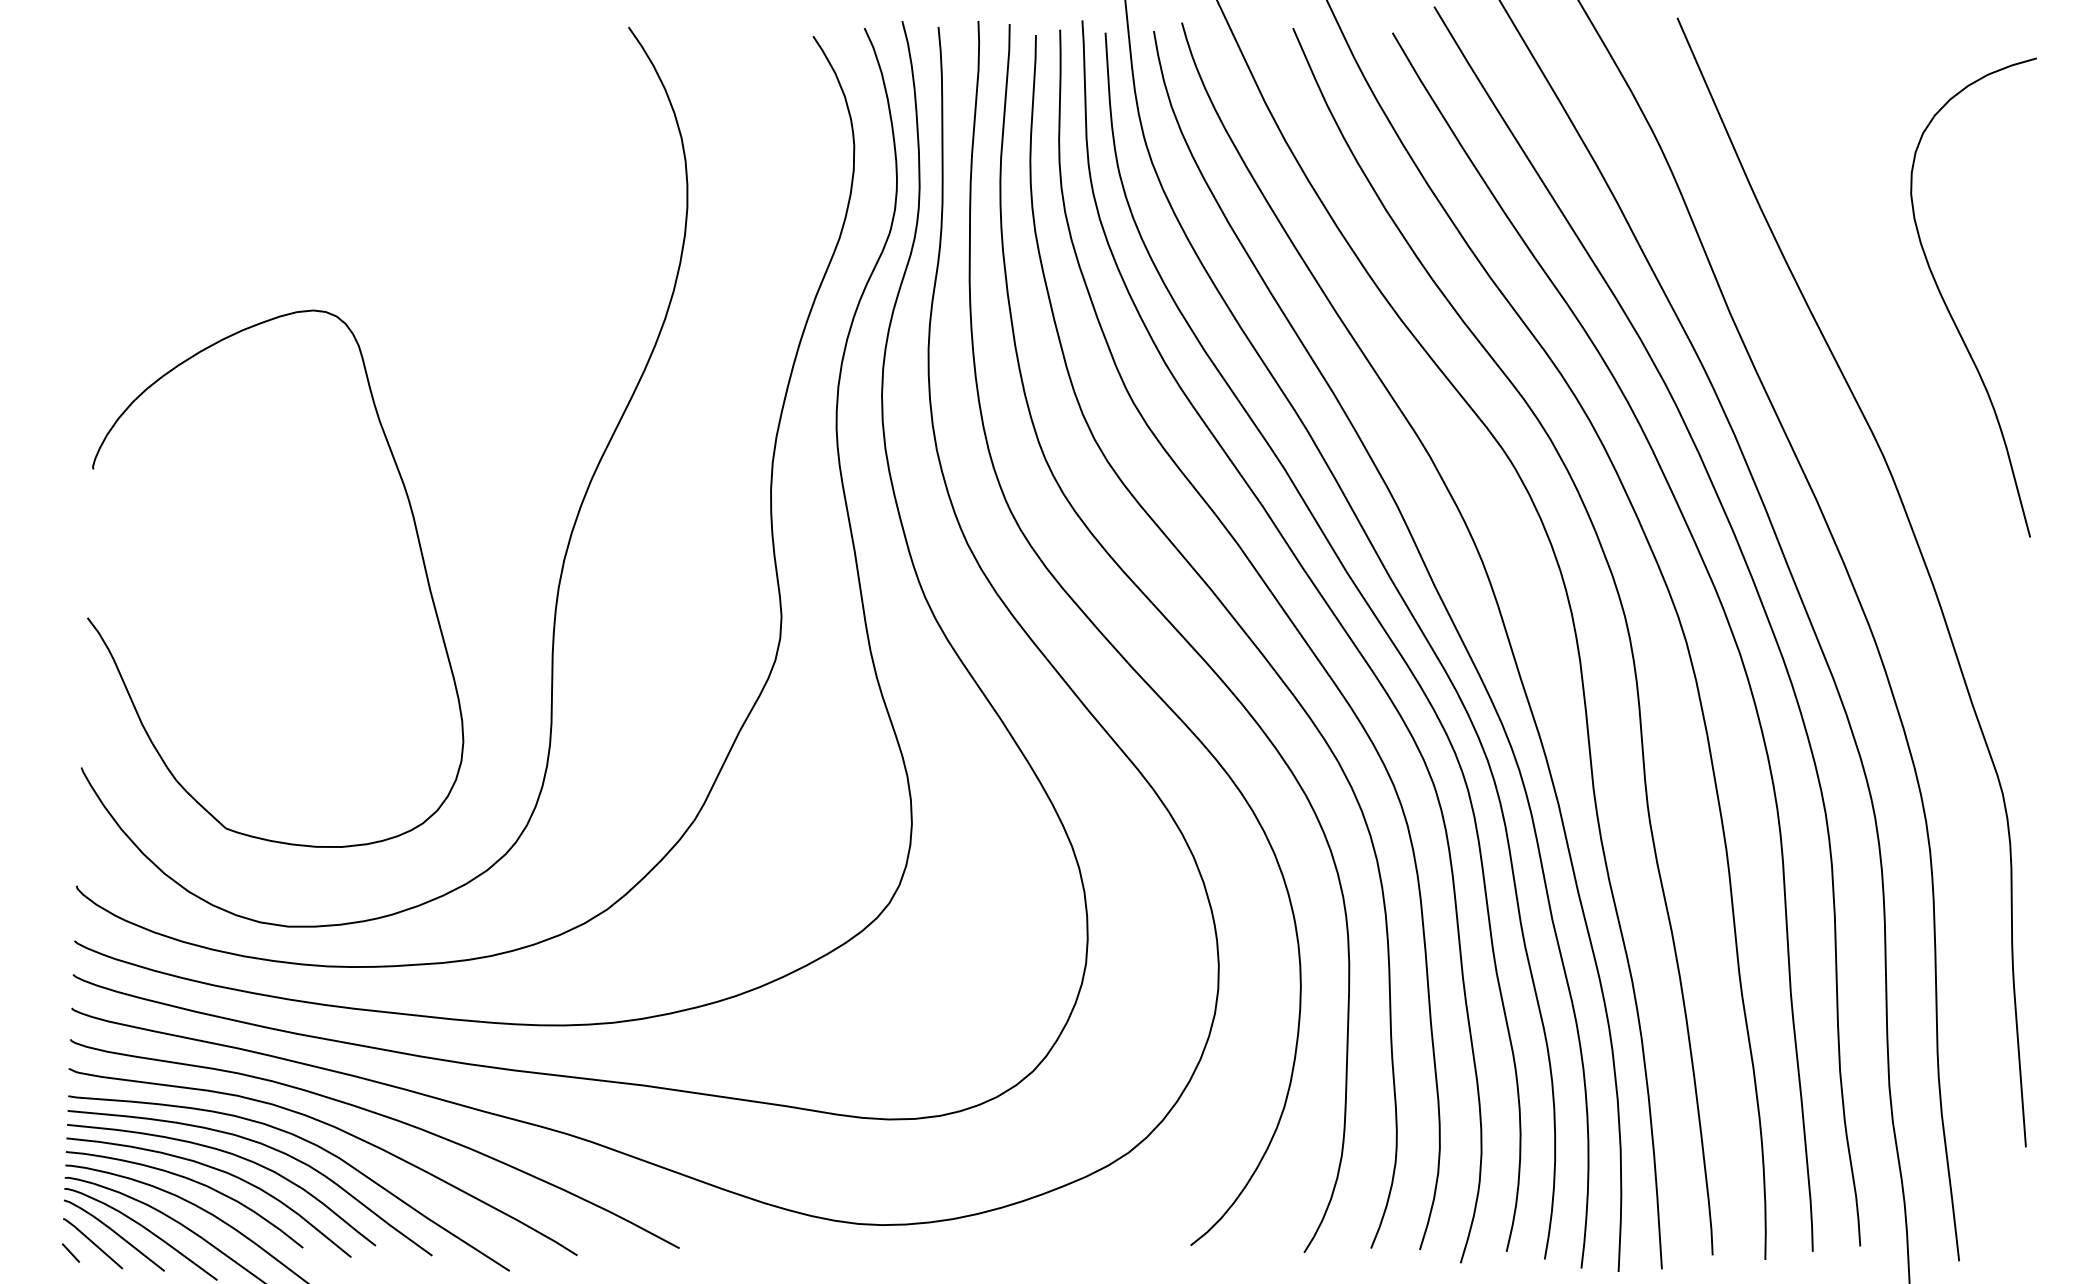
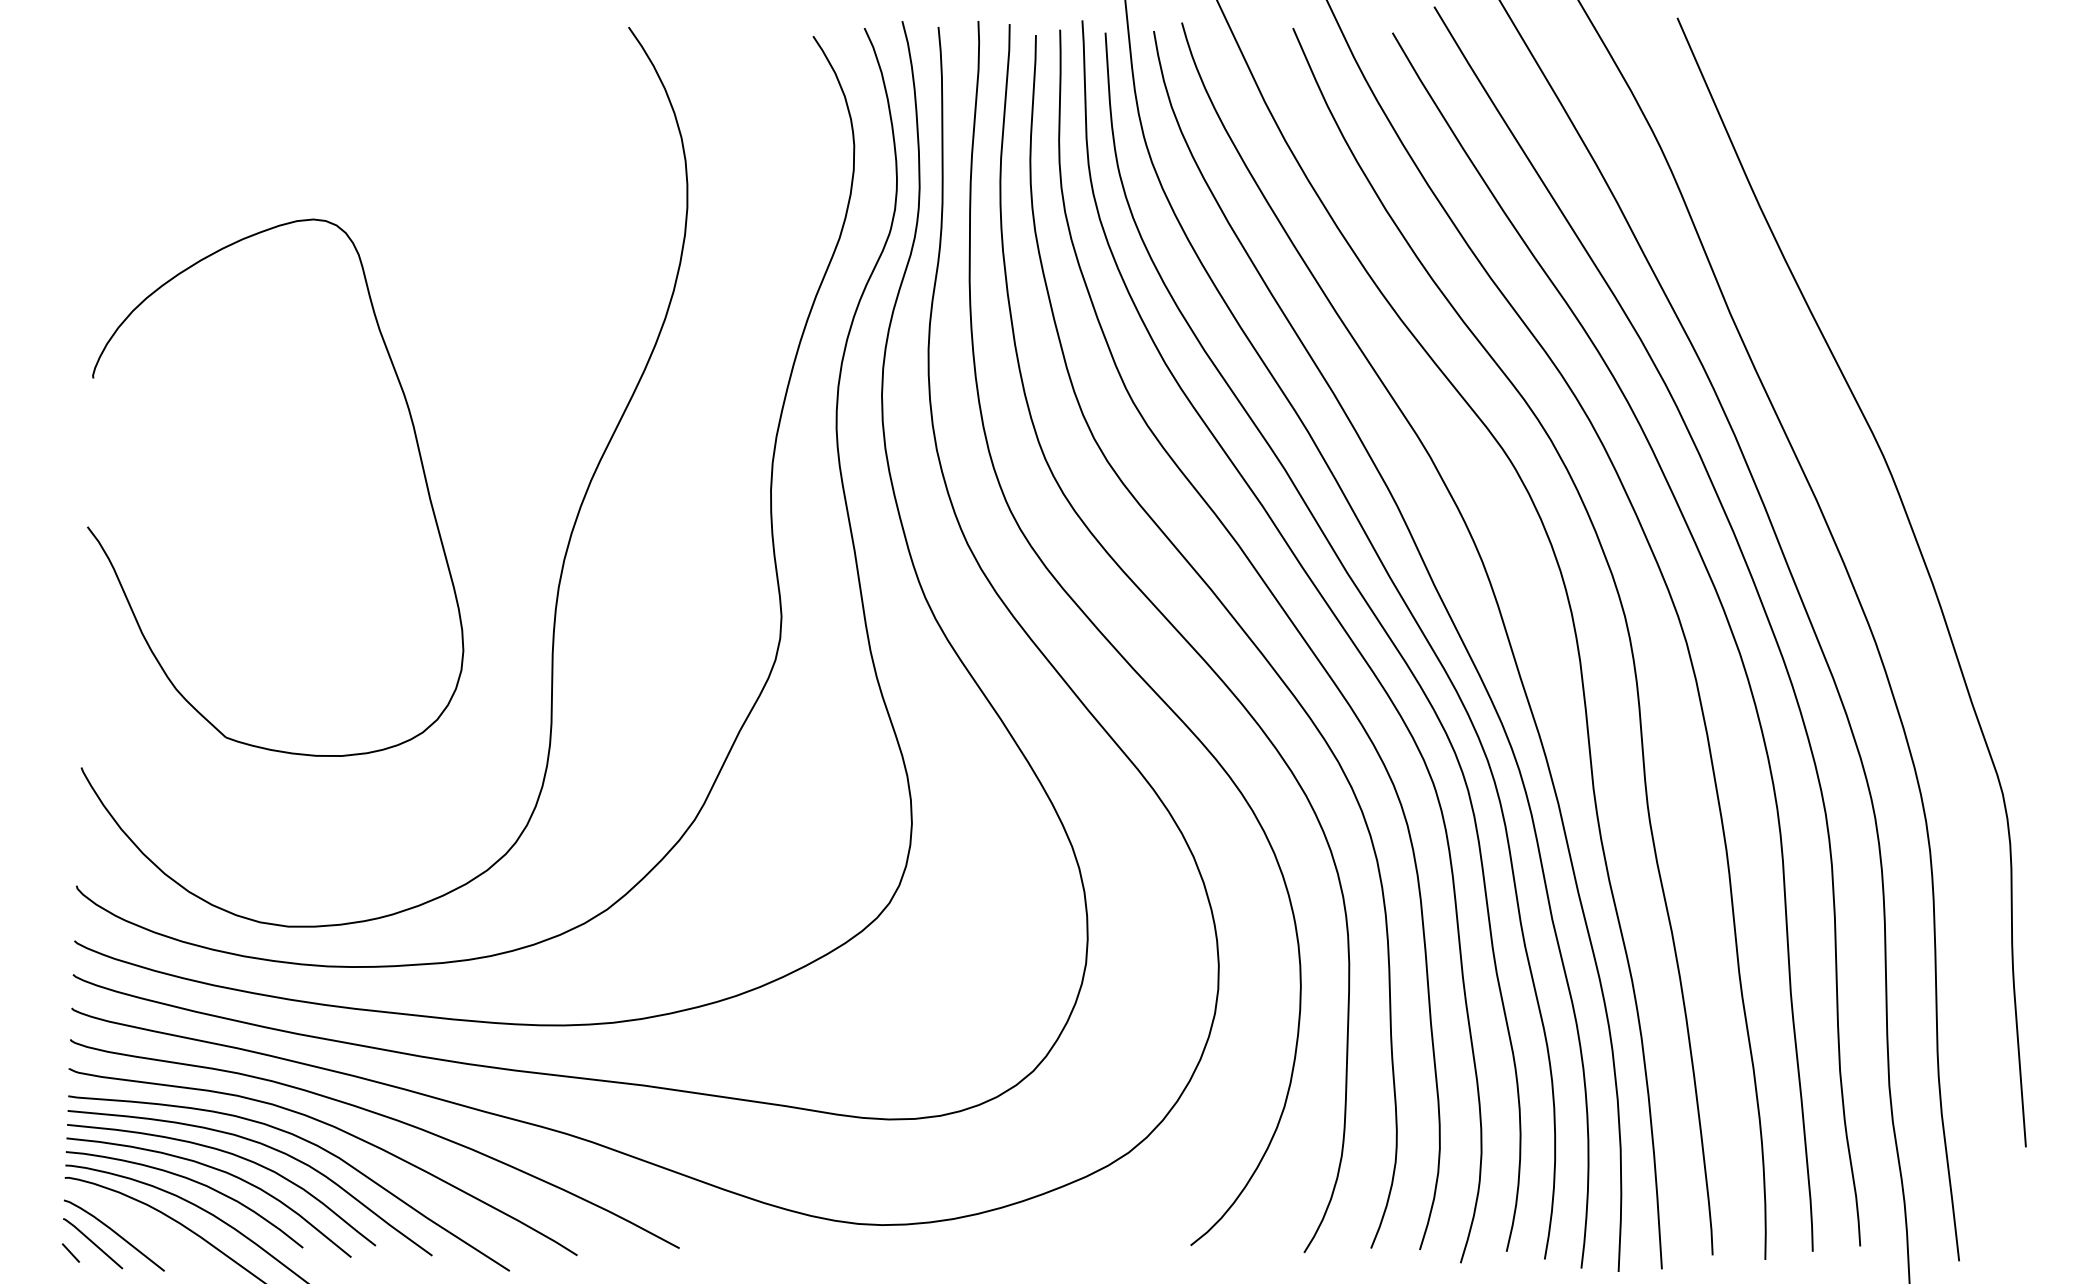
curve at (1949, 310): present -> none
part at (418, 544) position: (418, 544) -> (418, 453)
curve at (143, 1228): present -> none
